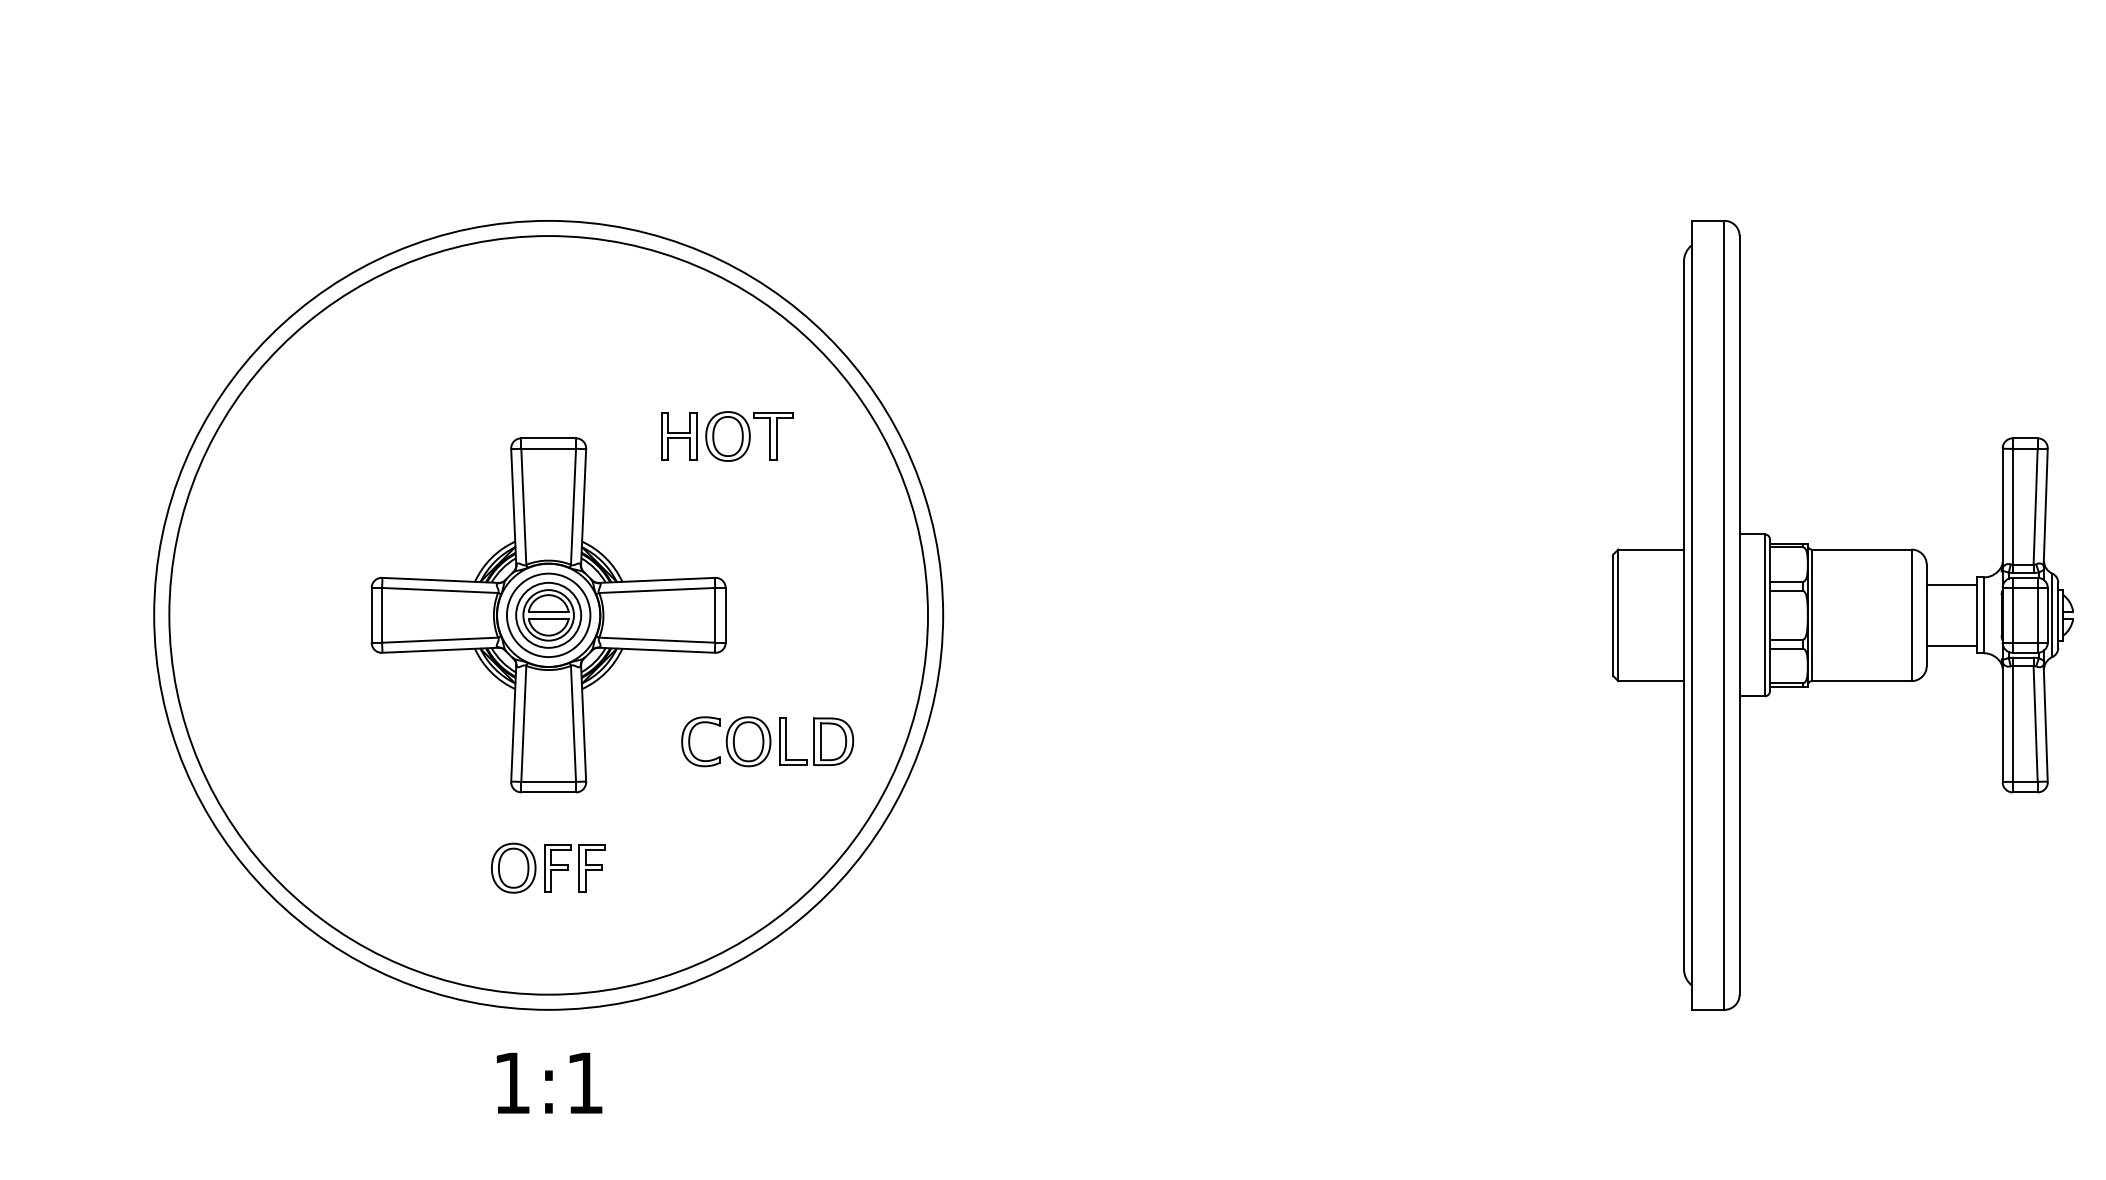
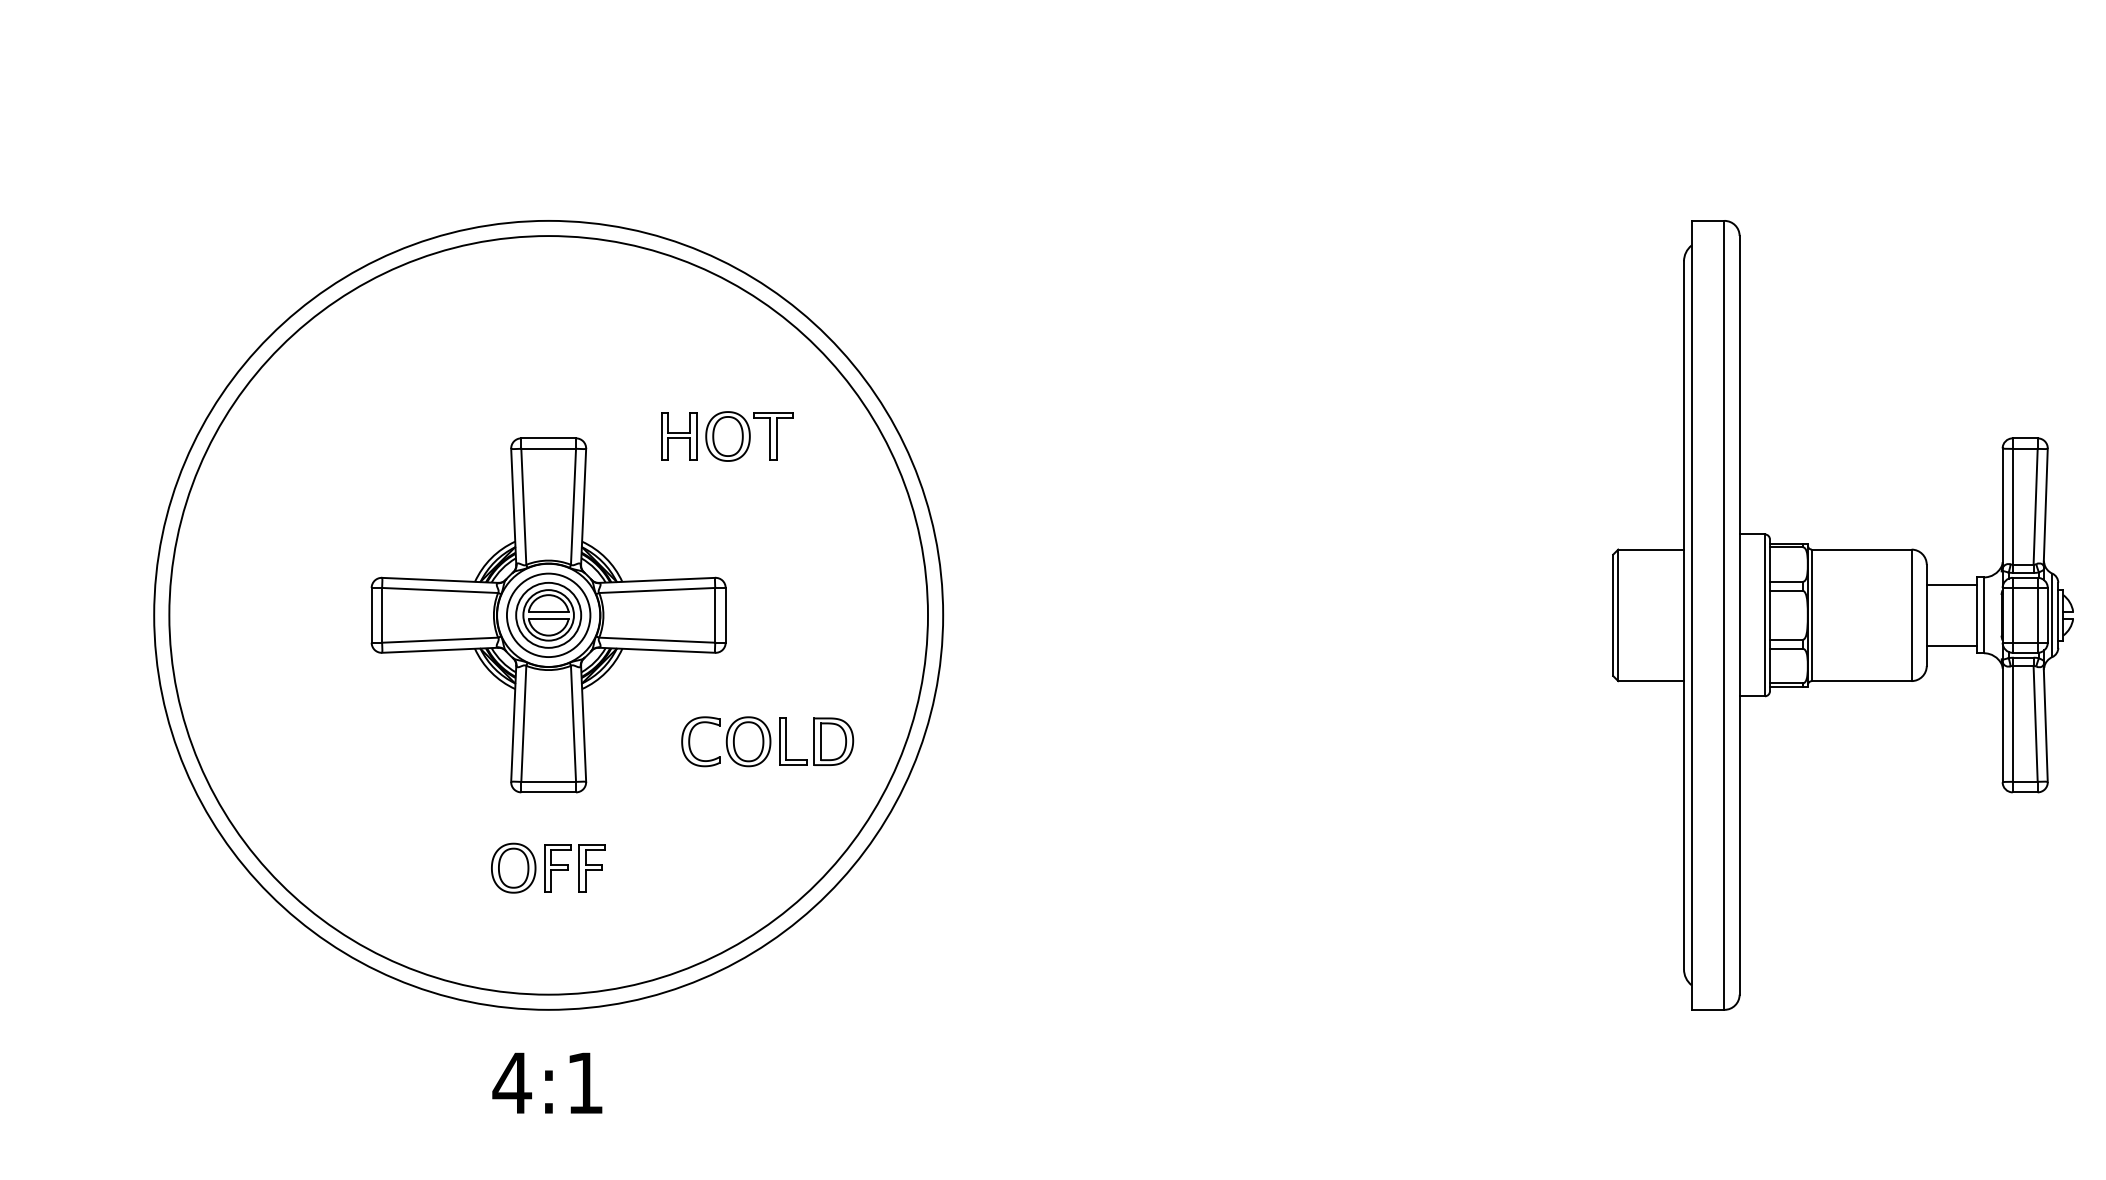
text at (512, 1082): 1:1 -> 4:1
